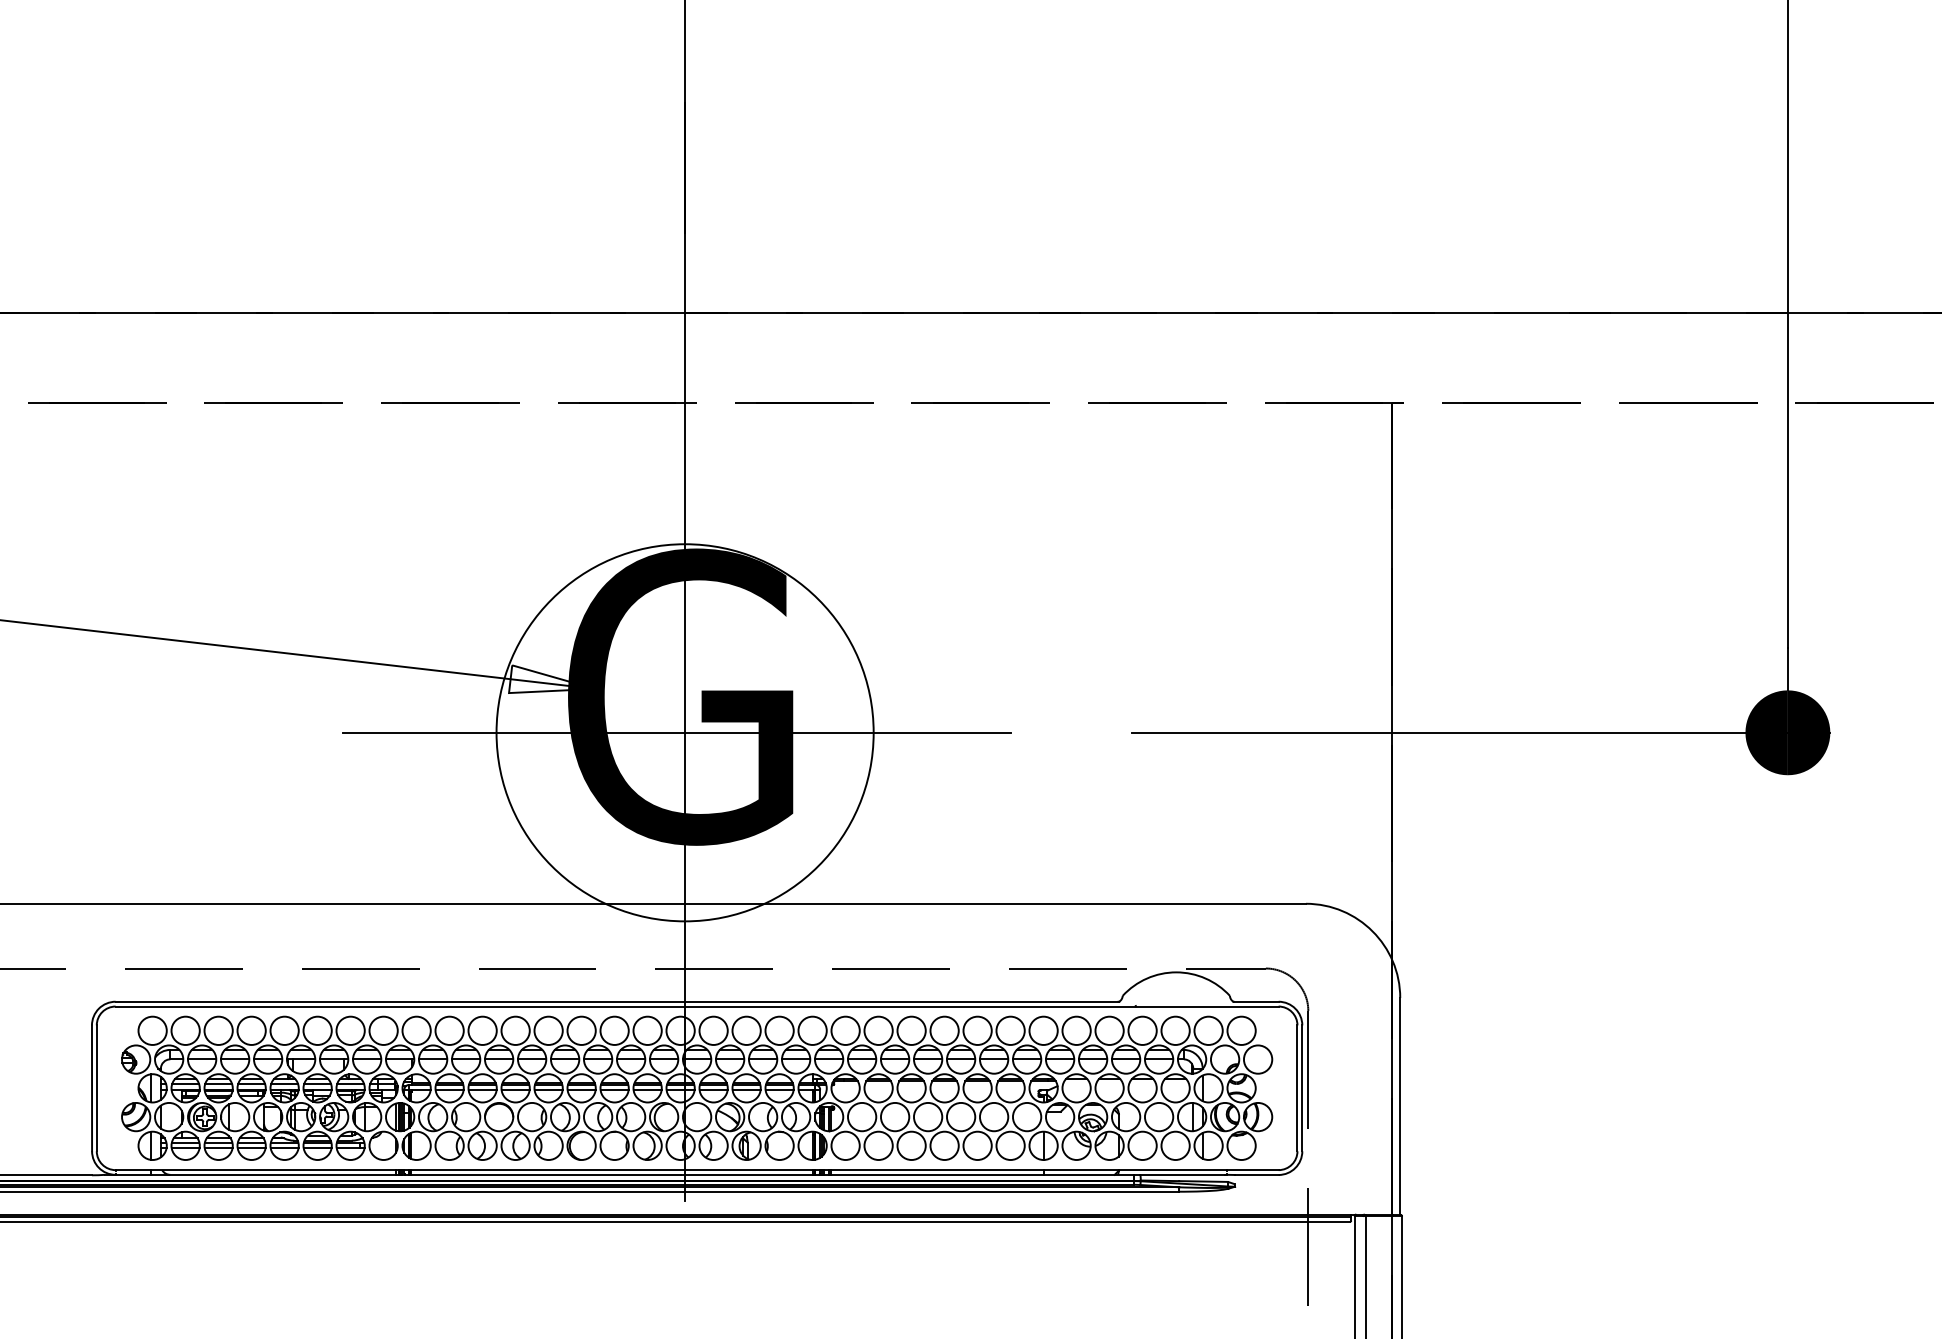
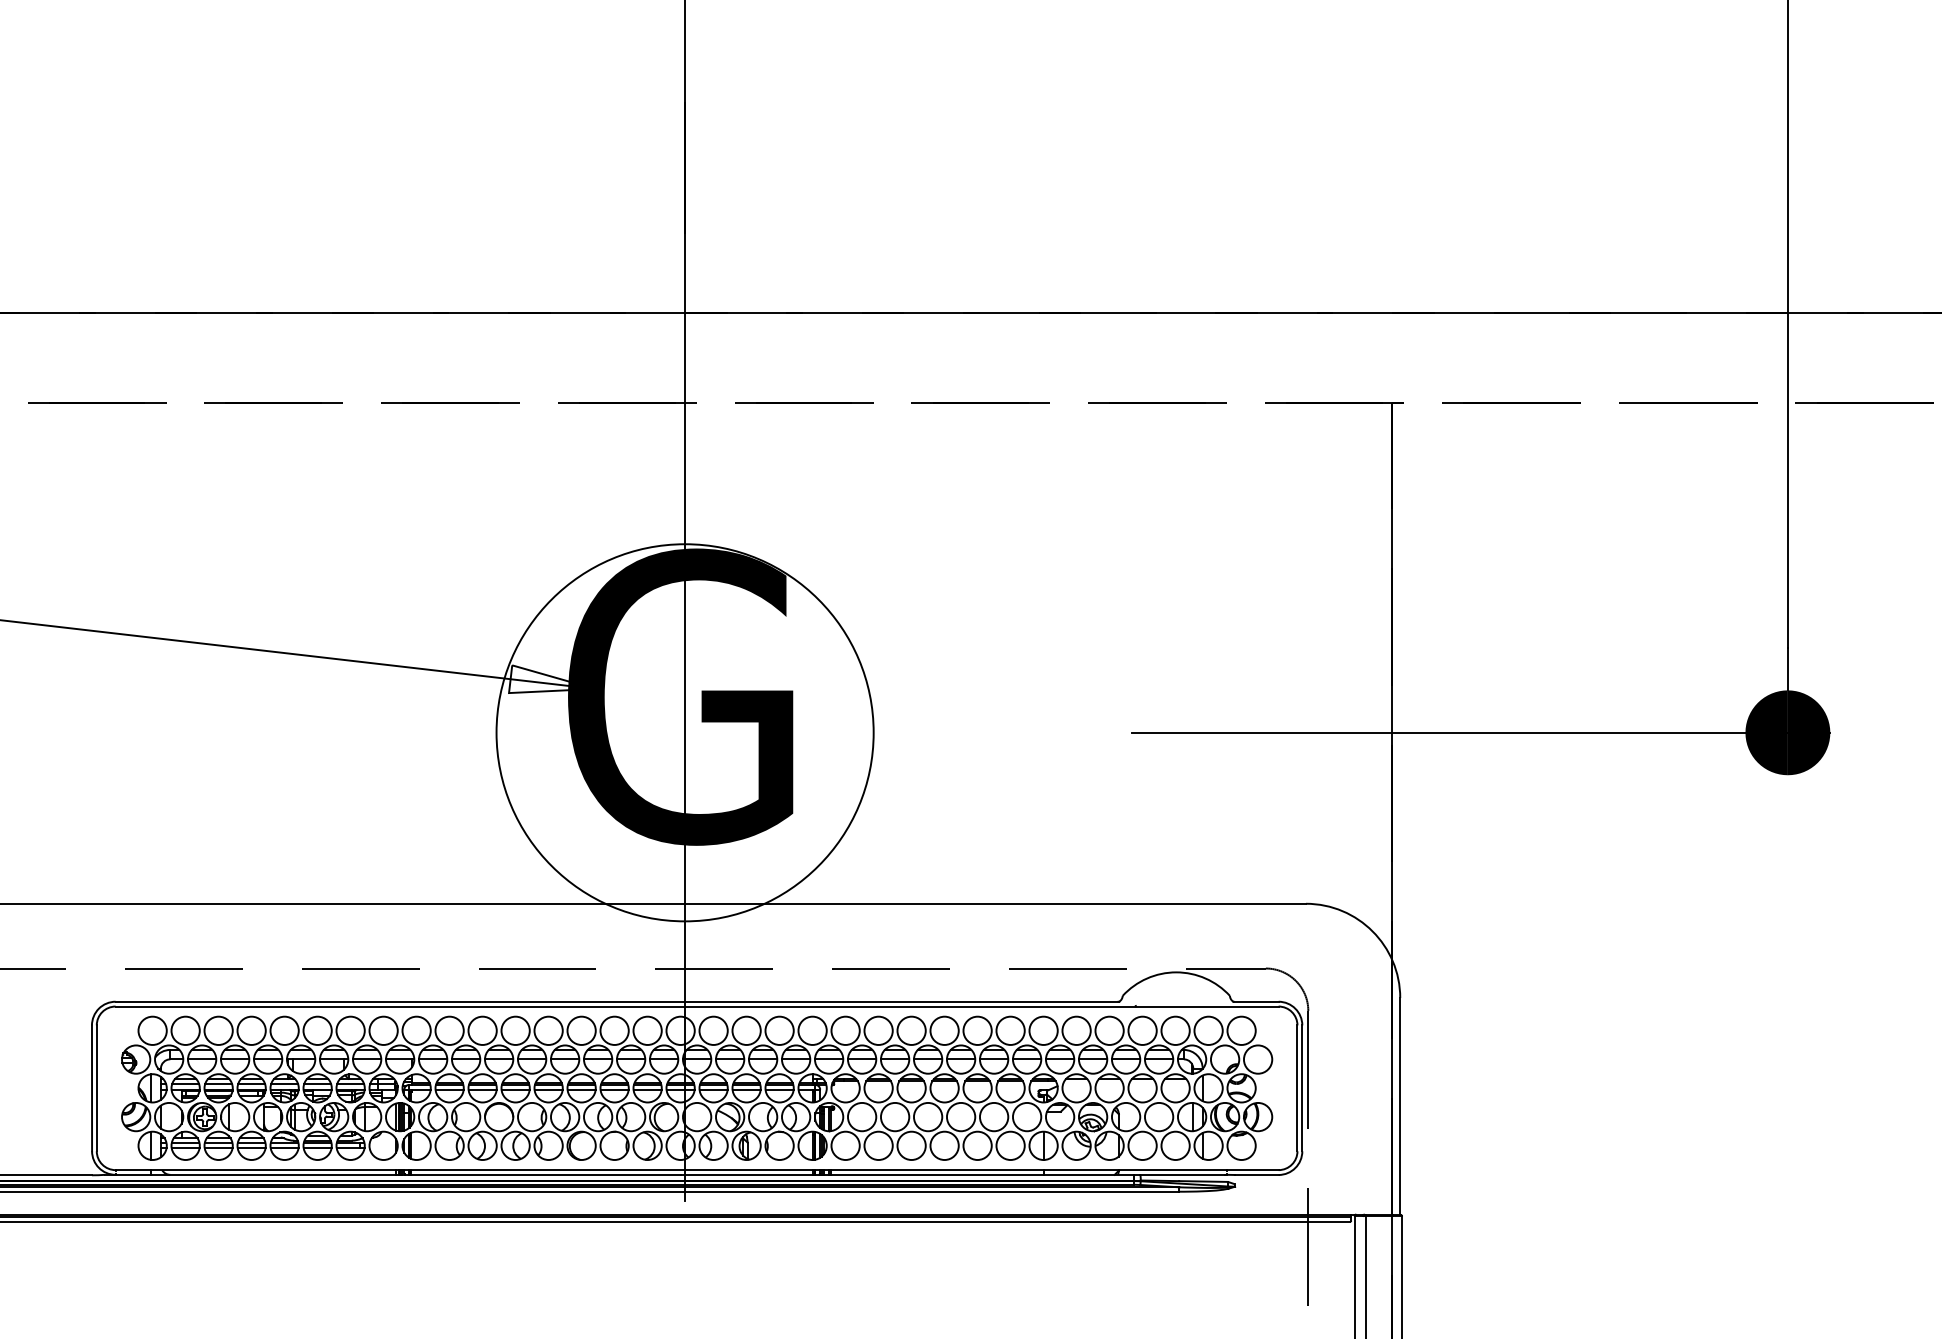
line at (677, 732): present -> none
